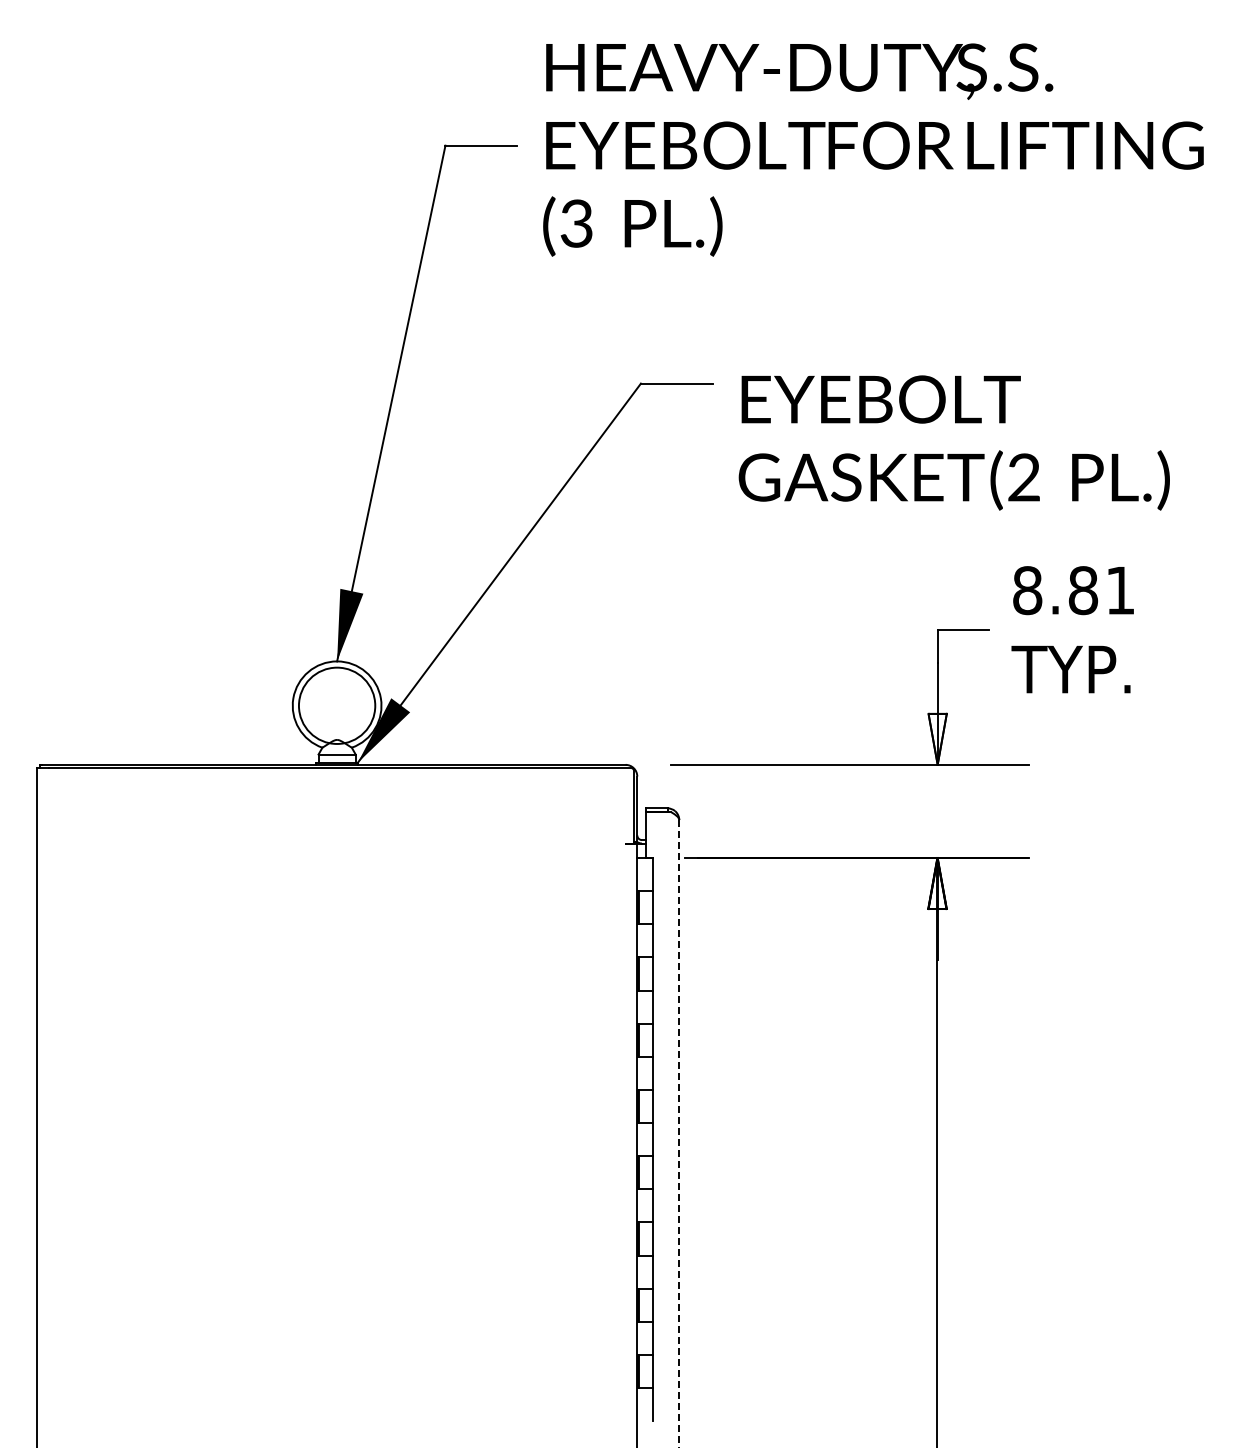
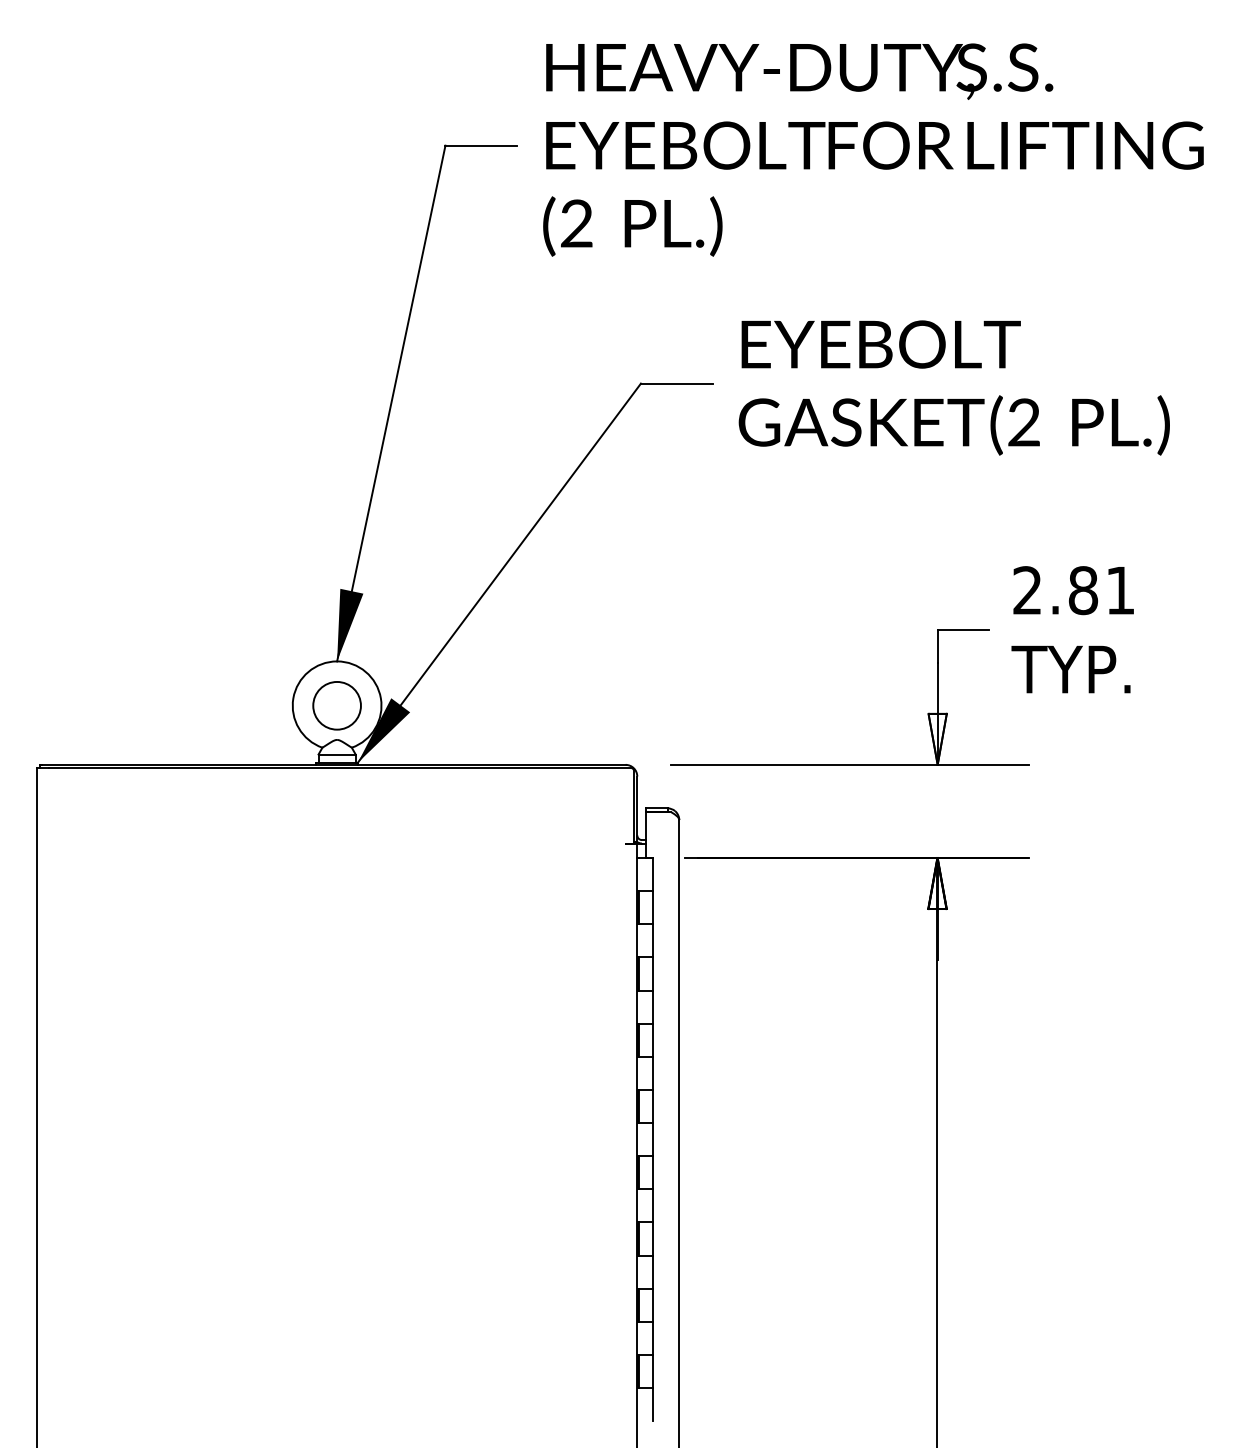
text at (576, 224): (3 -> (2
text at (953, 442) position: (953, 442) -> (953, 387)
text at (1027, 590): 8.81 -> 2.81
circle at (336, 705) diameter: 76 px -> 48 px
line at (679, 1134): dashed -> solid
